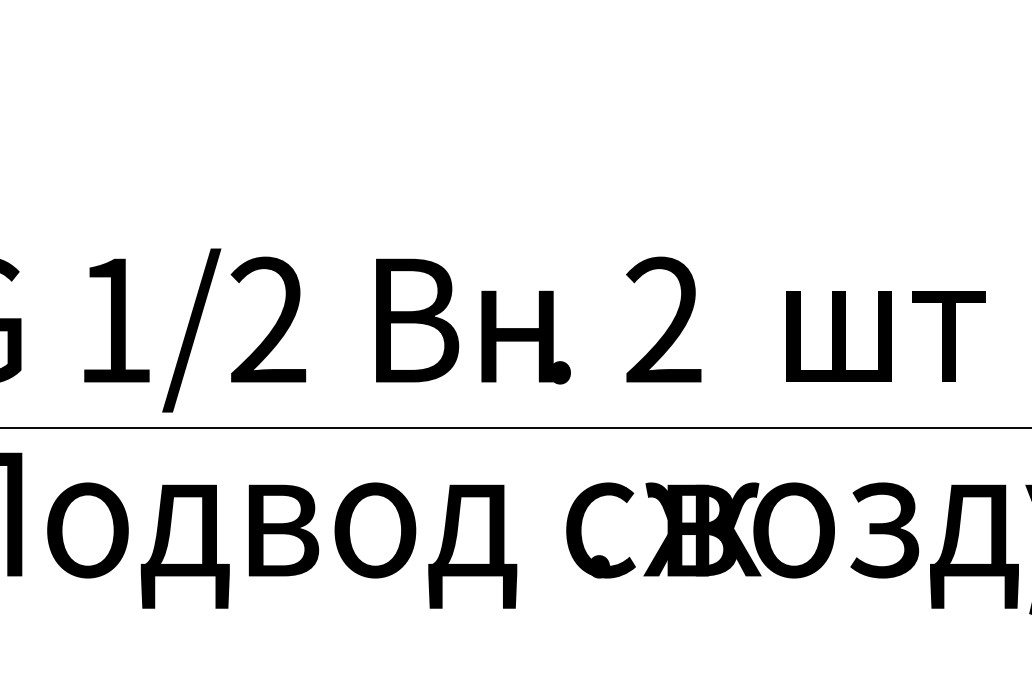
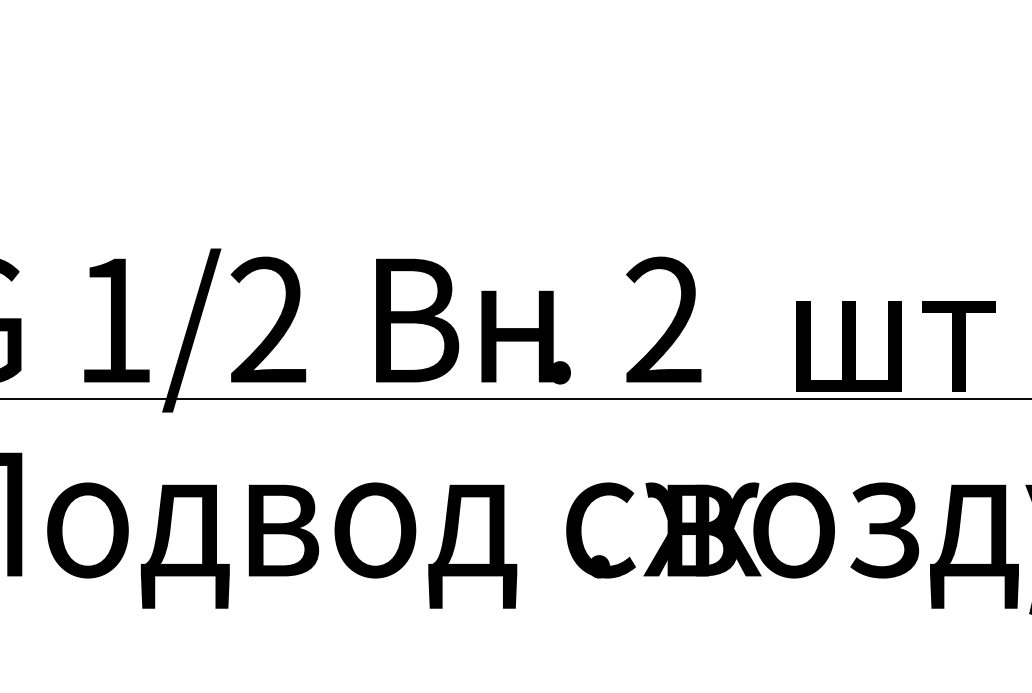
text at (885, 336) position: (885, 336) -> (895, 346)
line at (515, 428) position: (515, 428) -> (515, 399)
